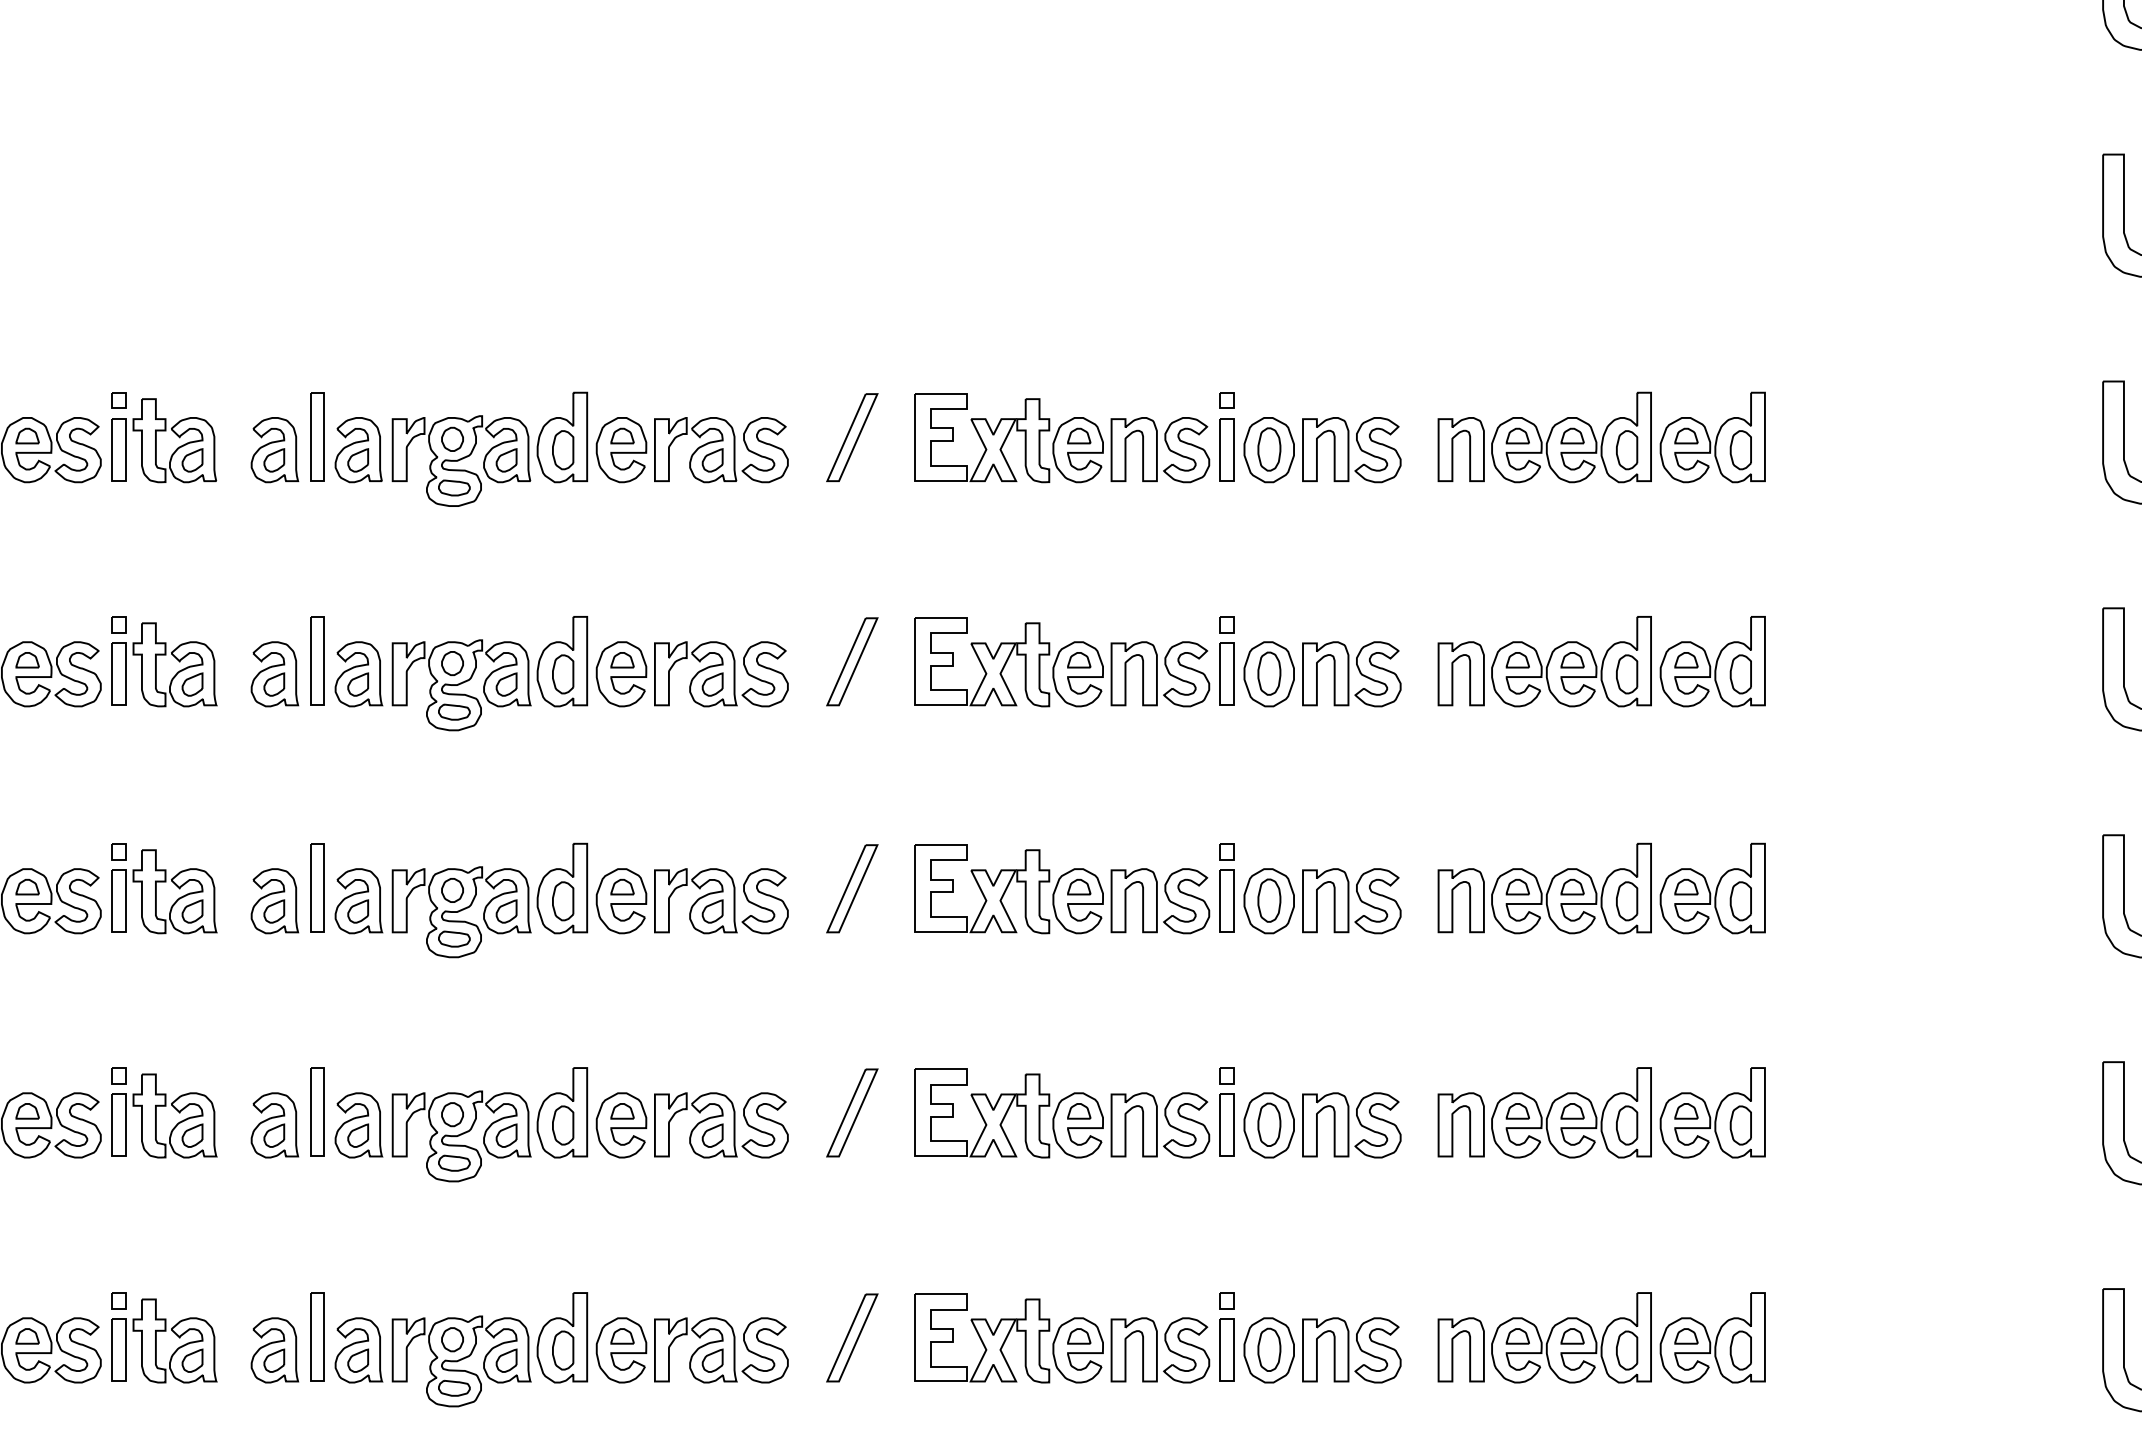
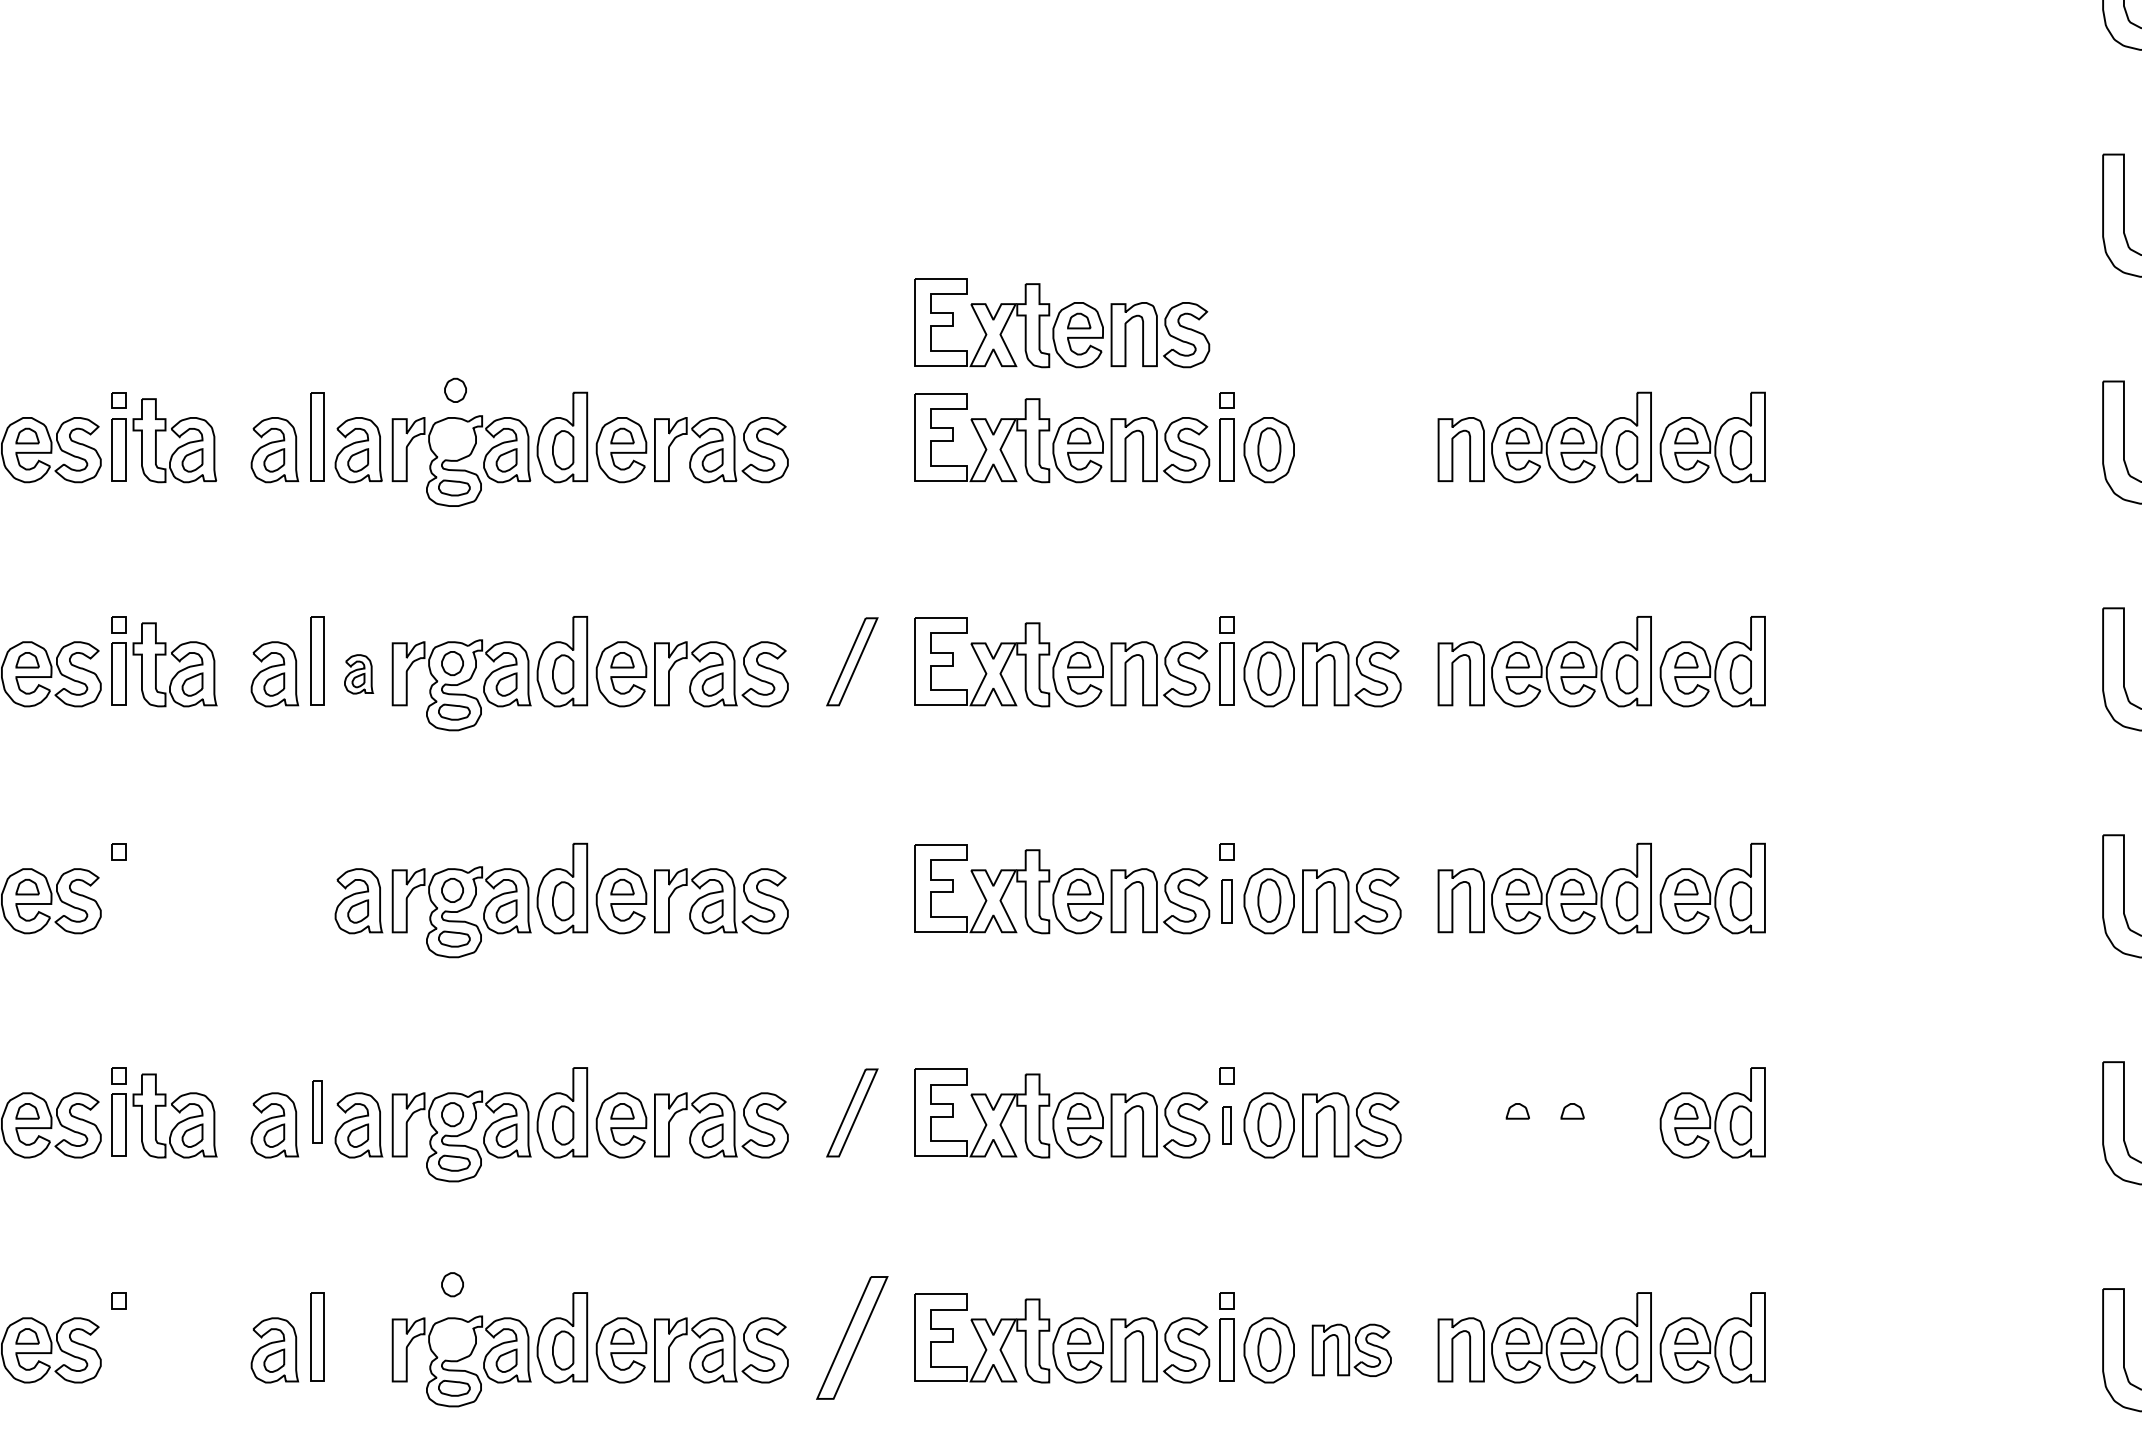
part at (1062, 323): none -> present
part at (852, 437): present -> none
part at (452, 438) position: (452, 438) -> (455, 389)
part at (1351, 450): present -> none
part at (358, 674) size: 50x67 px -> 31x41 px
part at (317, 887): present -> none
part at (852, 888): present -> none
part at (156, 891): present -> none
part at (1226, 900) size: 16x64 px -> 12x45 px
part at (274, 901): present -> none
part at (317, 1111) size: 15x90 px -> 11x64 px
part at (1544, 1112): present -> none
part at (1226, 1124) size: 16x64 px -> 10x39 px
part at (852, 1337) size: 53x90 px -> 73x124 px
part at (452, 1339) position: (452, 1339) -> (452, 1284)
part at (156, 1340): present -> none
part at (358, 1350): present -> none
part at (1351, 1350) size: 100x67 px -> 81x54 px
